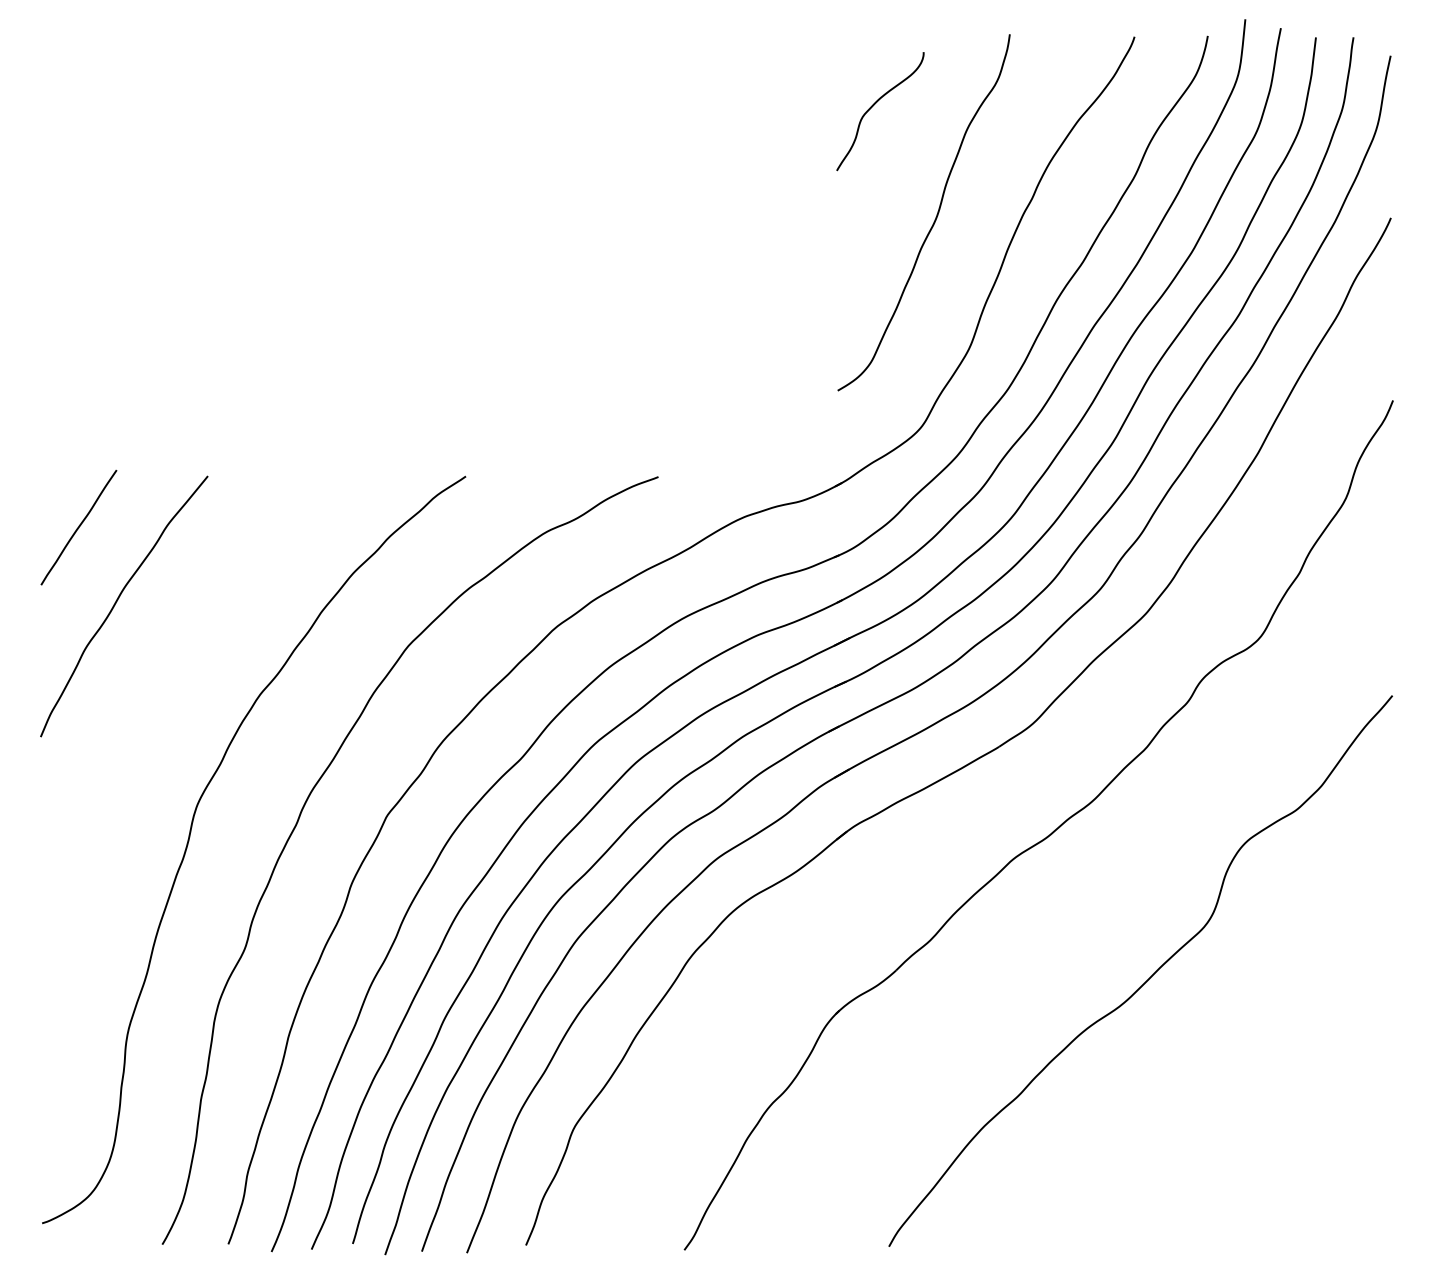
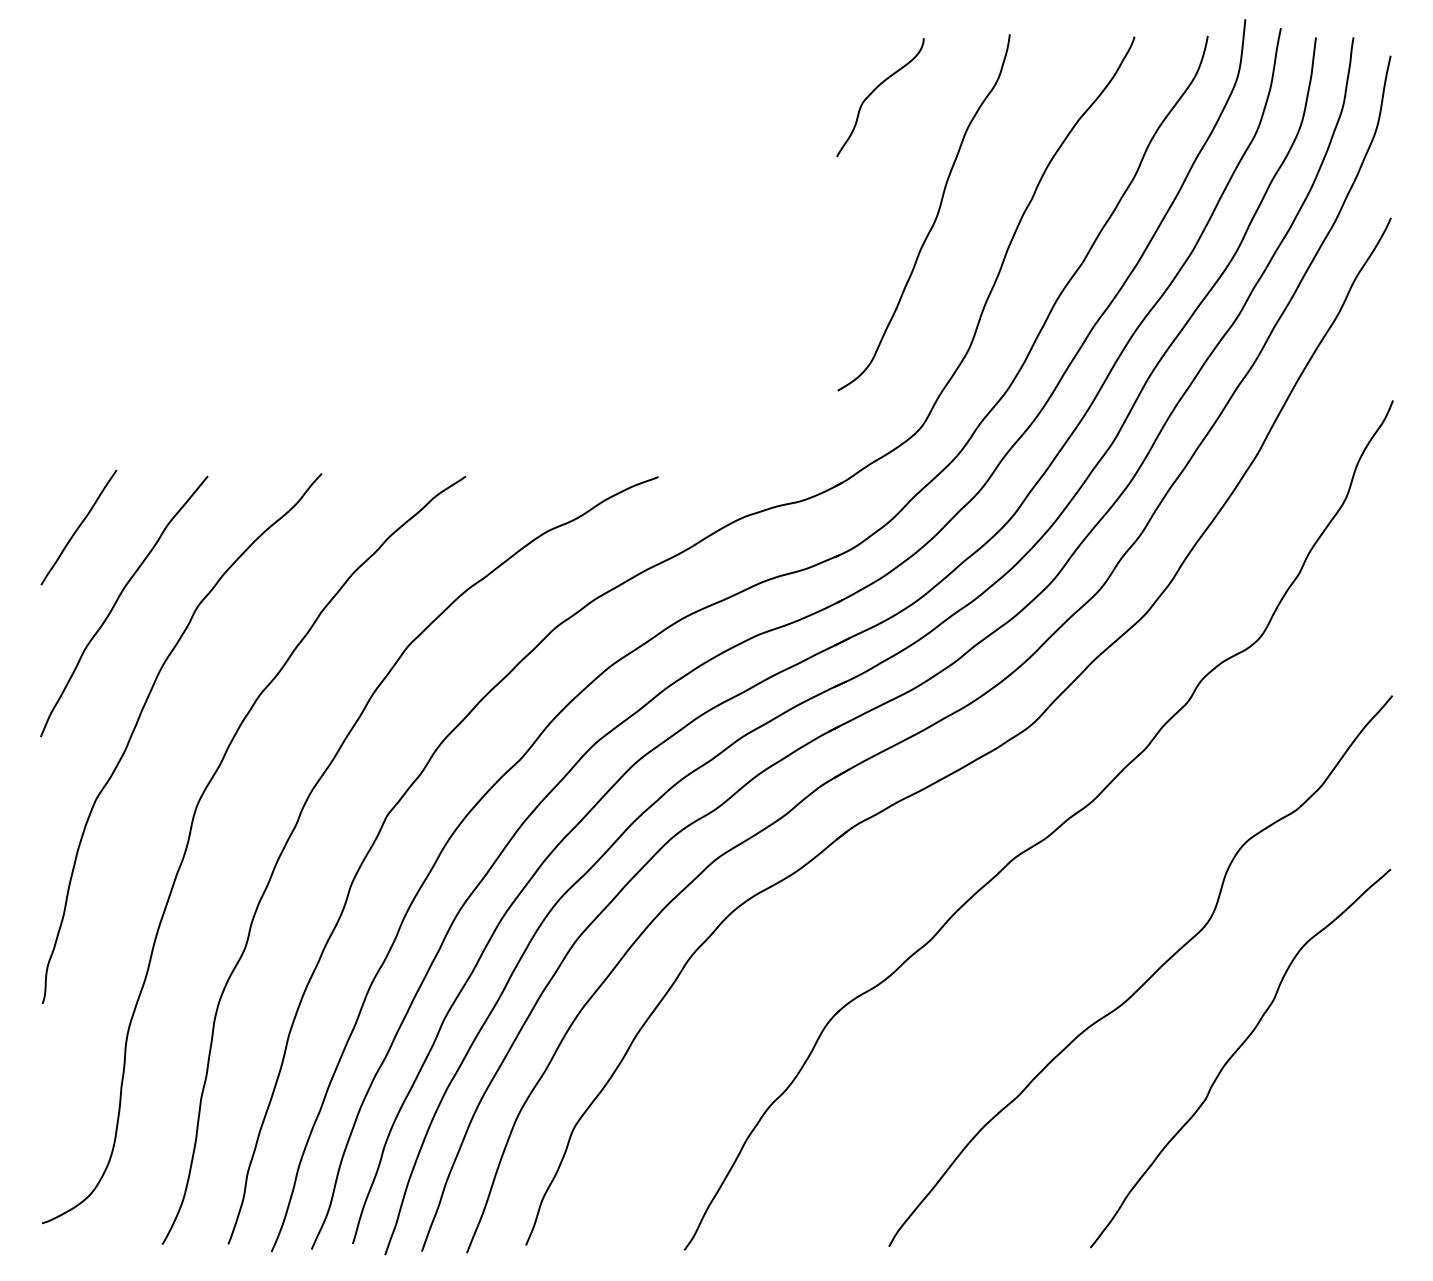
curve at (874, 105) position: (874, 105) -> (874, 91)
curve at (138, 722): none -> present
curve at (1235, 1053): none -> present
